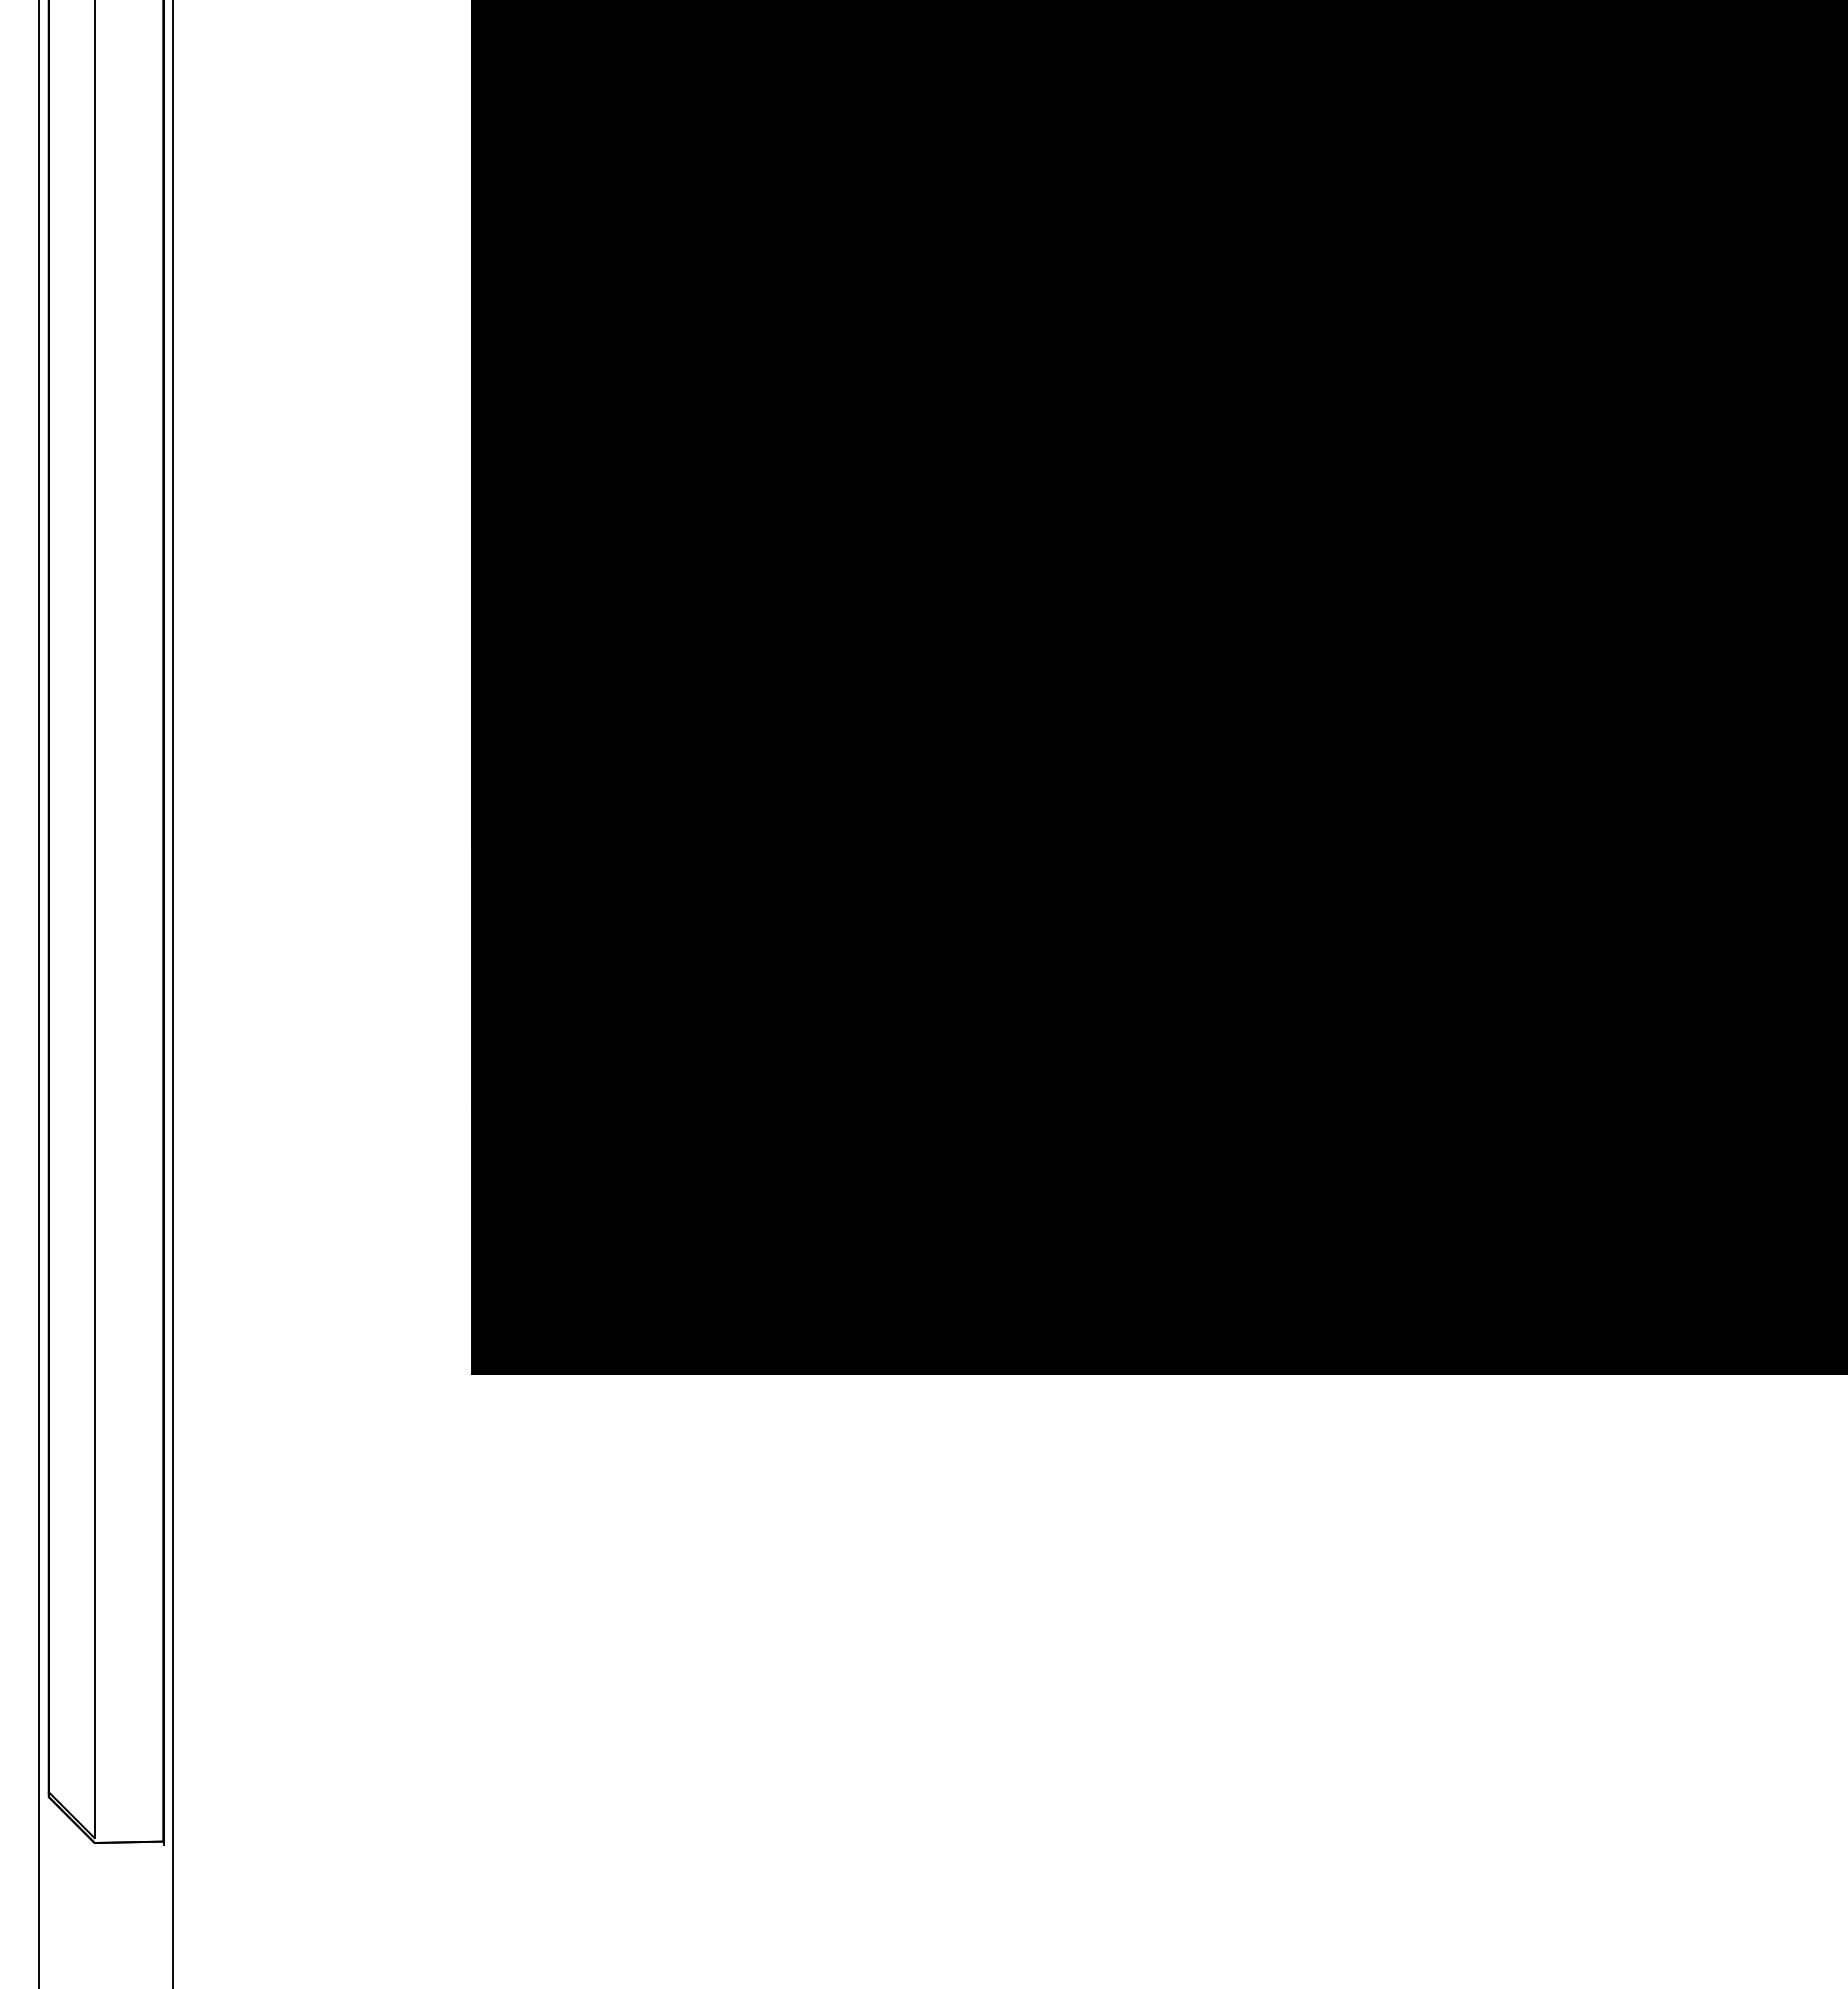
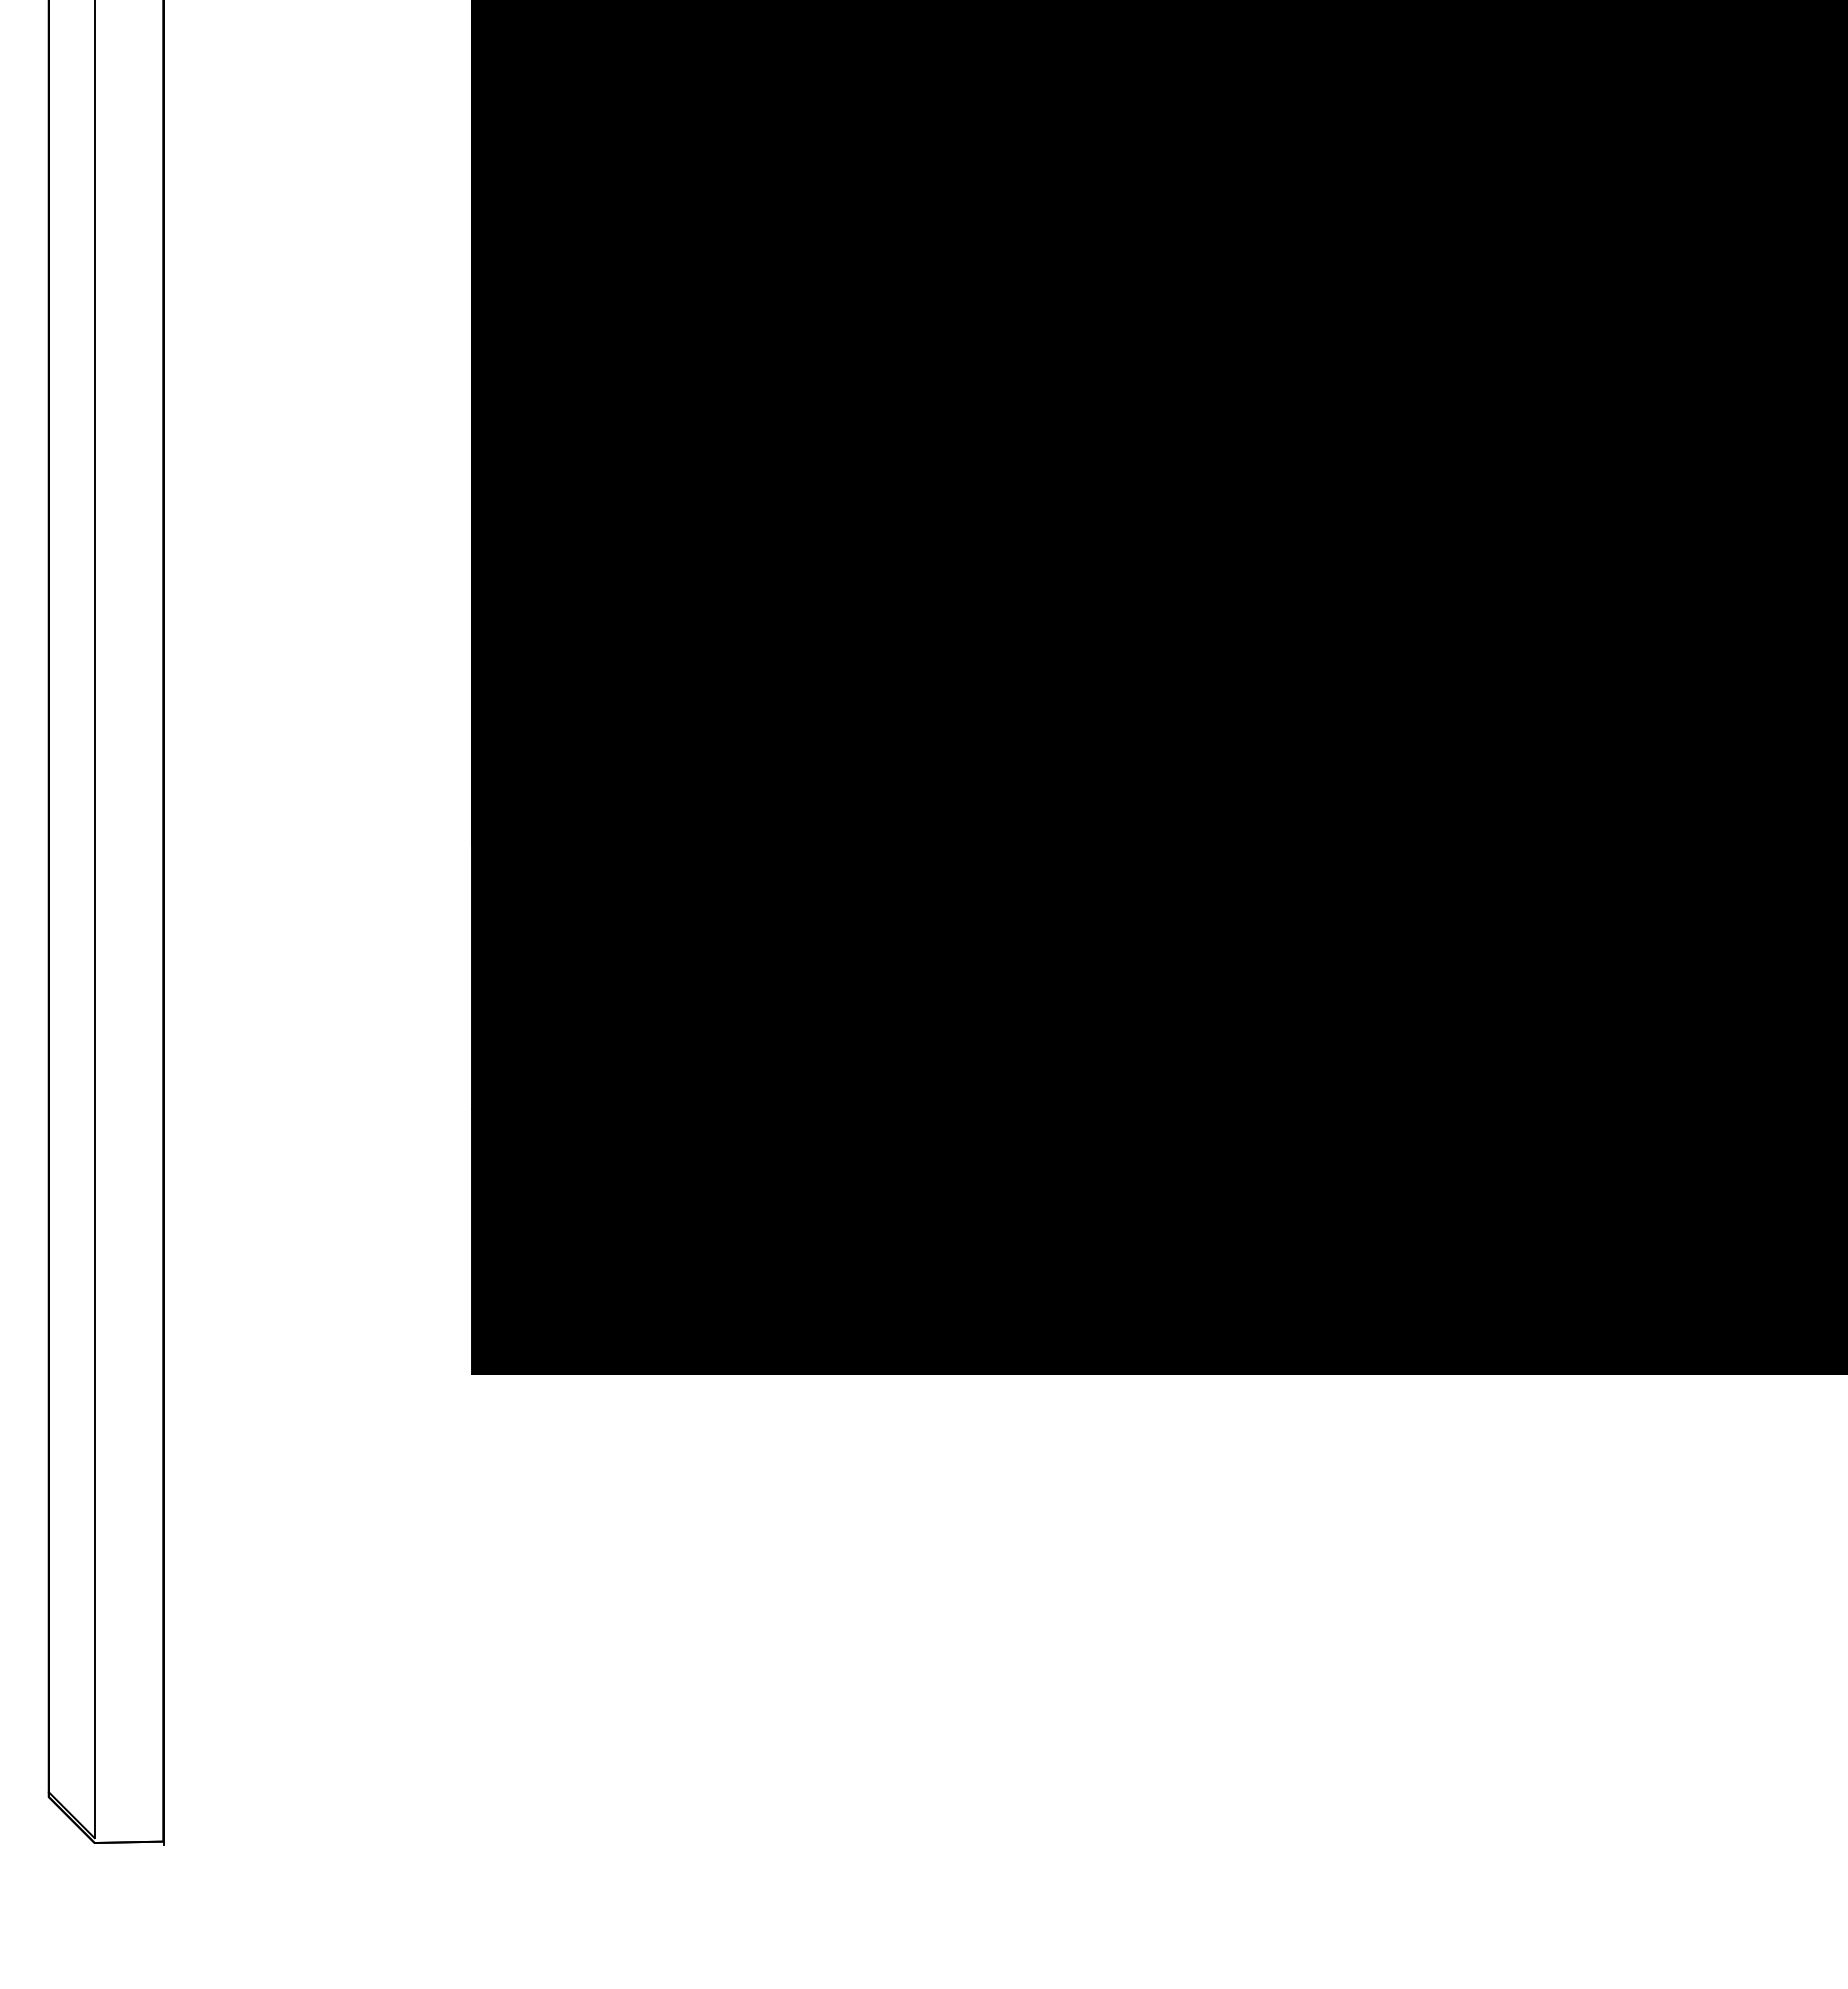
line at (39, 993): present -> none
line at (173, 993): present -> none
